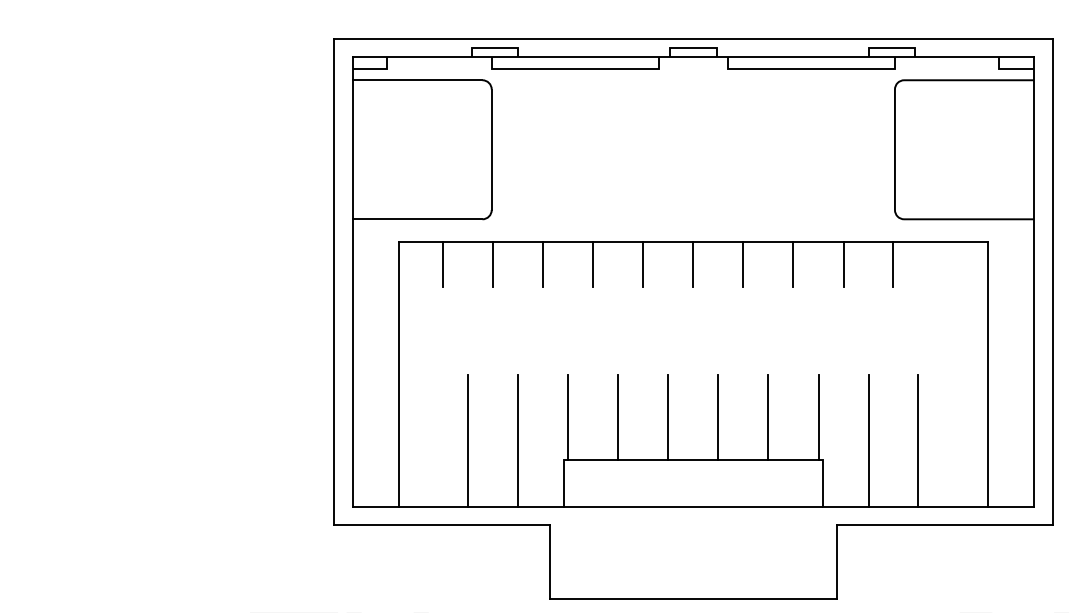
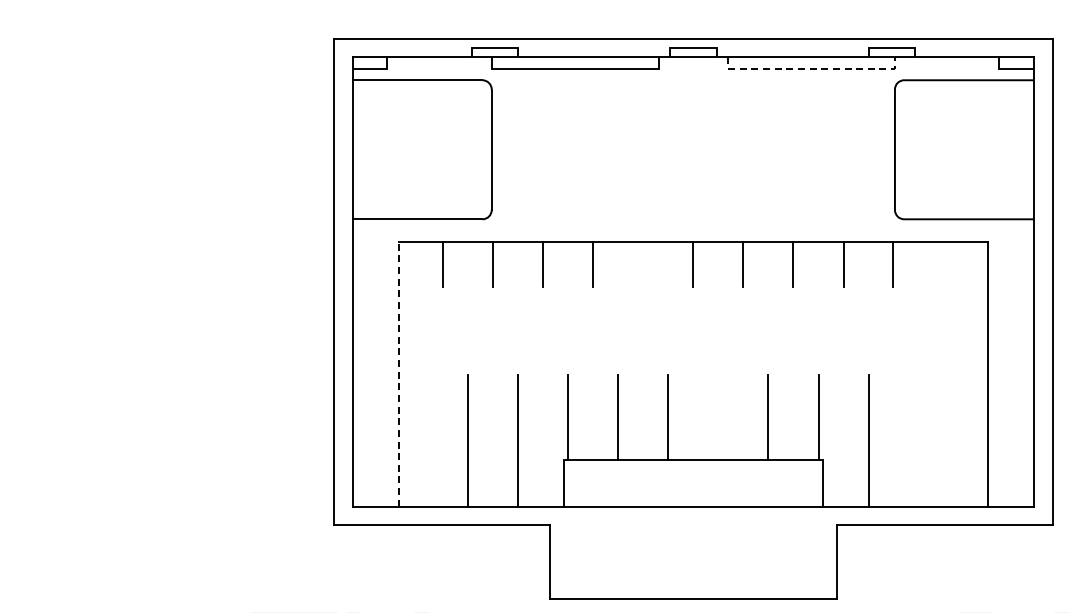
line at (812, 68): solid -> dashed
line at (643, 264): present -> none
line at (399, 374): solid -> dashed
line at (718, 417): present -> none
line at (917, 440): present -> none
